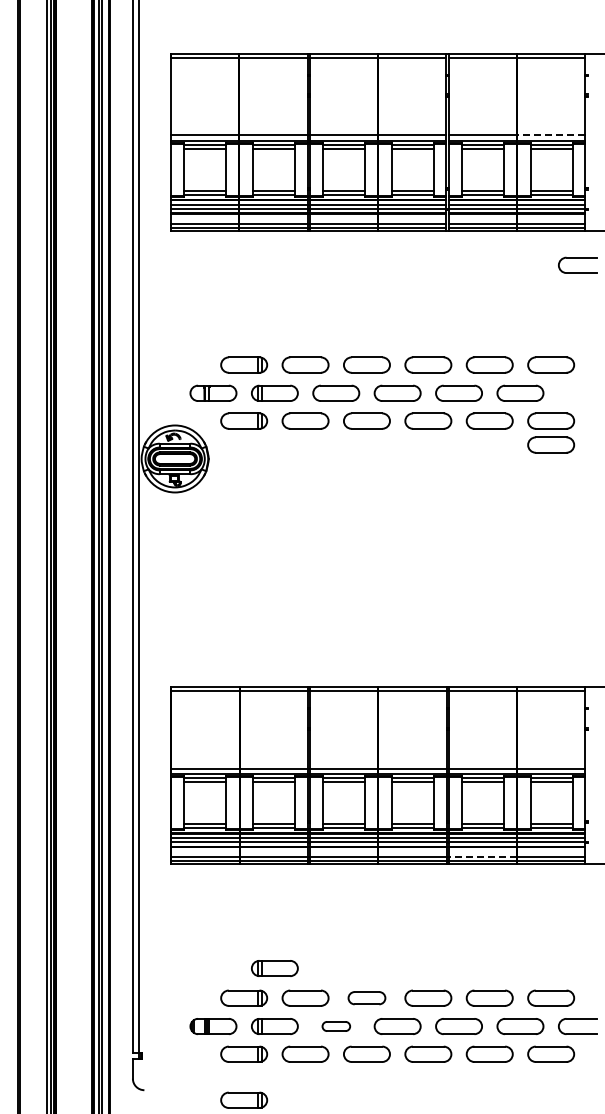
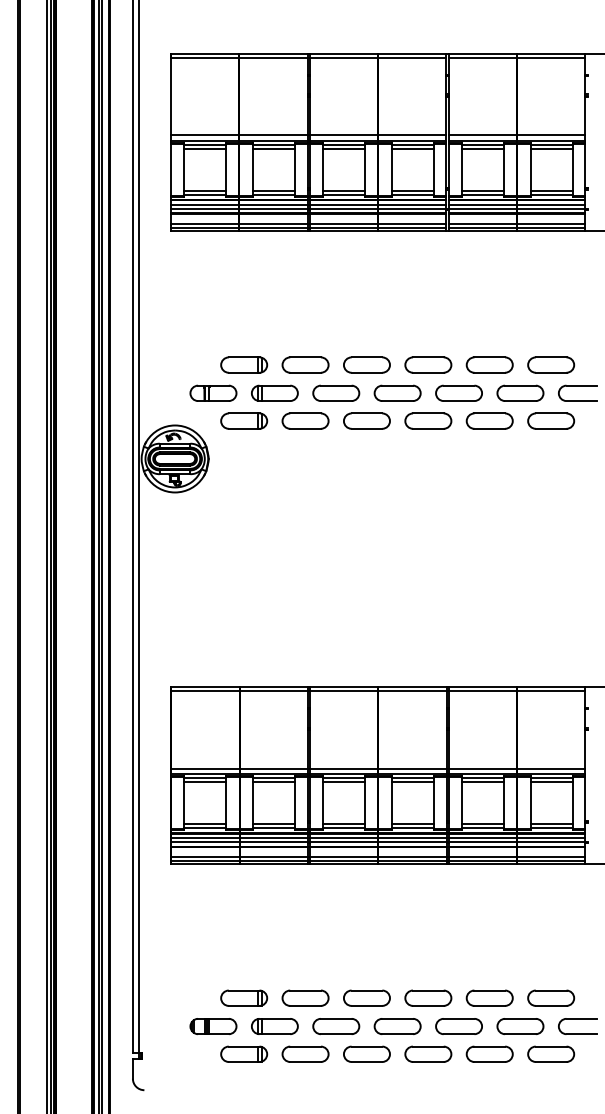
line at (550, 135): dashed -> solid
part at (577, 264) position: (577, 264) -> (577, 392)
part at (551, 444): present -> none
line at (482, 856): dashed -> solid
part at (274, 968): present -> none
part at (366, 998) size: 40x15 px -> 48x18 px
part at (336, 1026) size: 31x11 px -> 49x17 px
part at (244, 1099): present -> none
